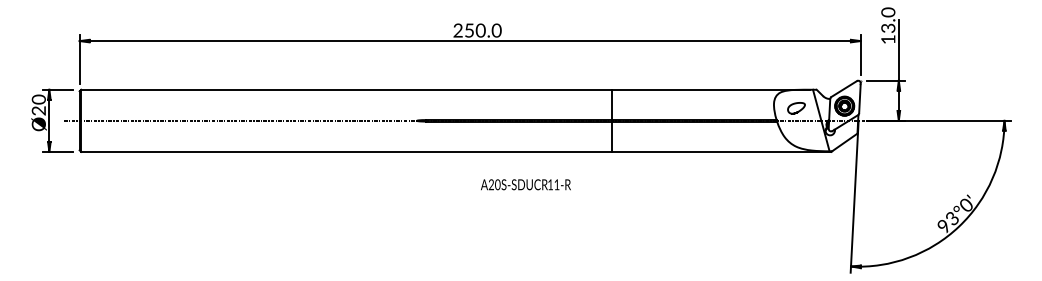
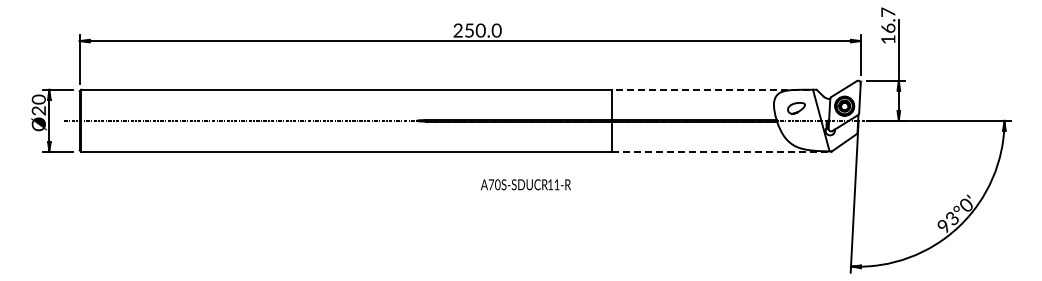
text at (888, 19): 13.0 -> 16.7
line at (711, 89): solid -> dashed
line at (721, 151): solid -> dashed
text at (491, 184): A20S-SDUCR -> A70S-SDUCR
